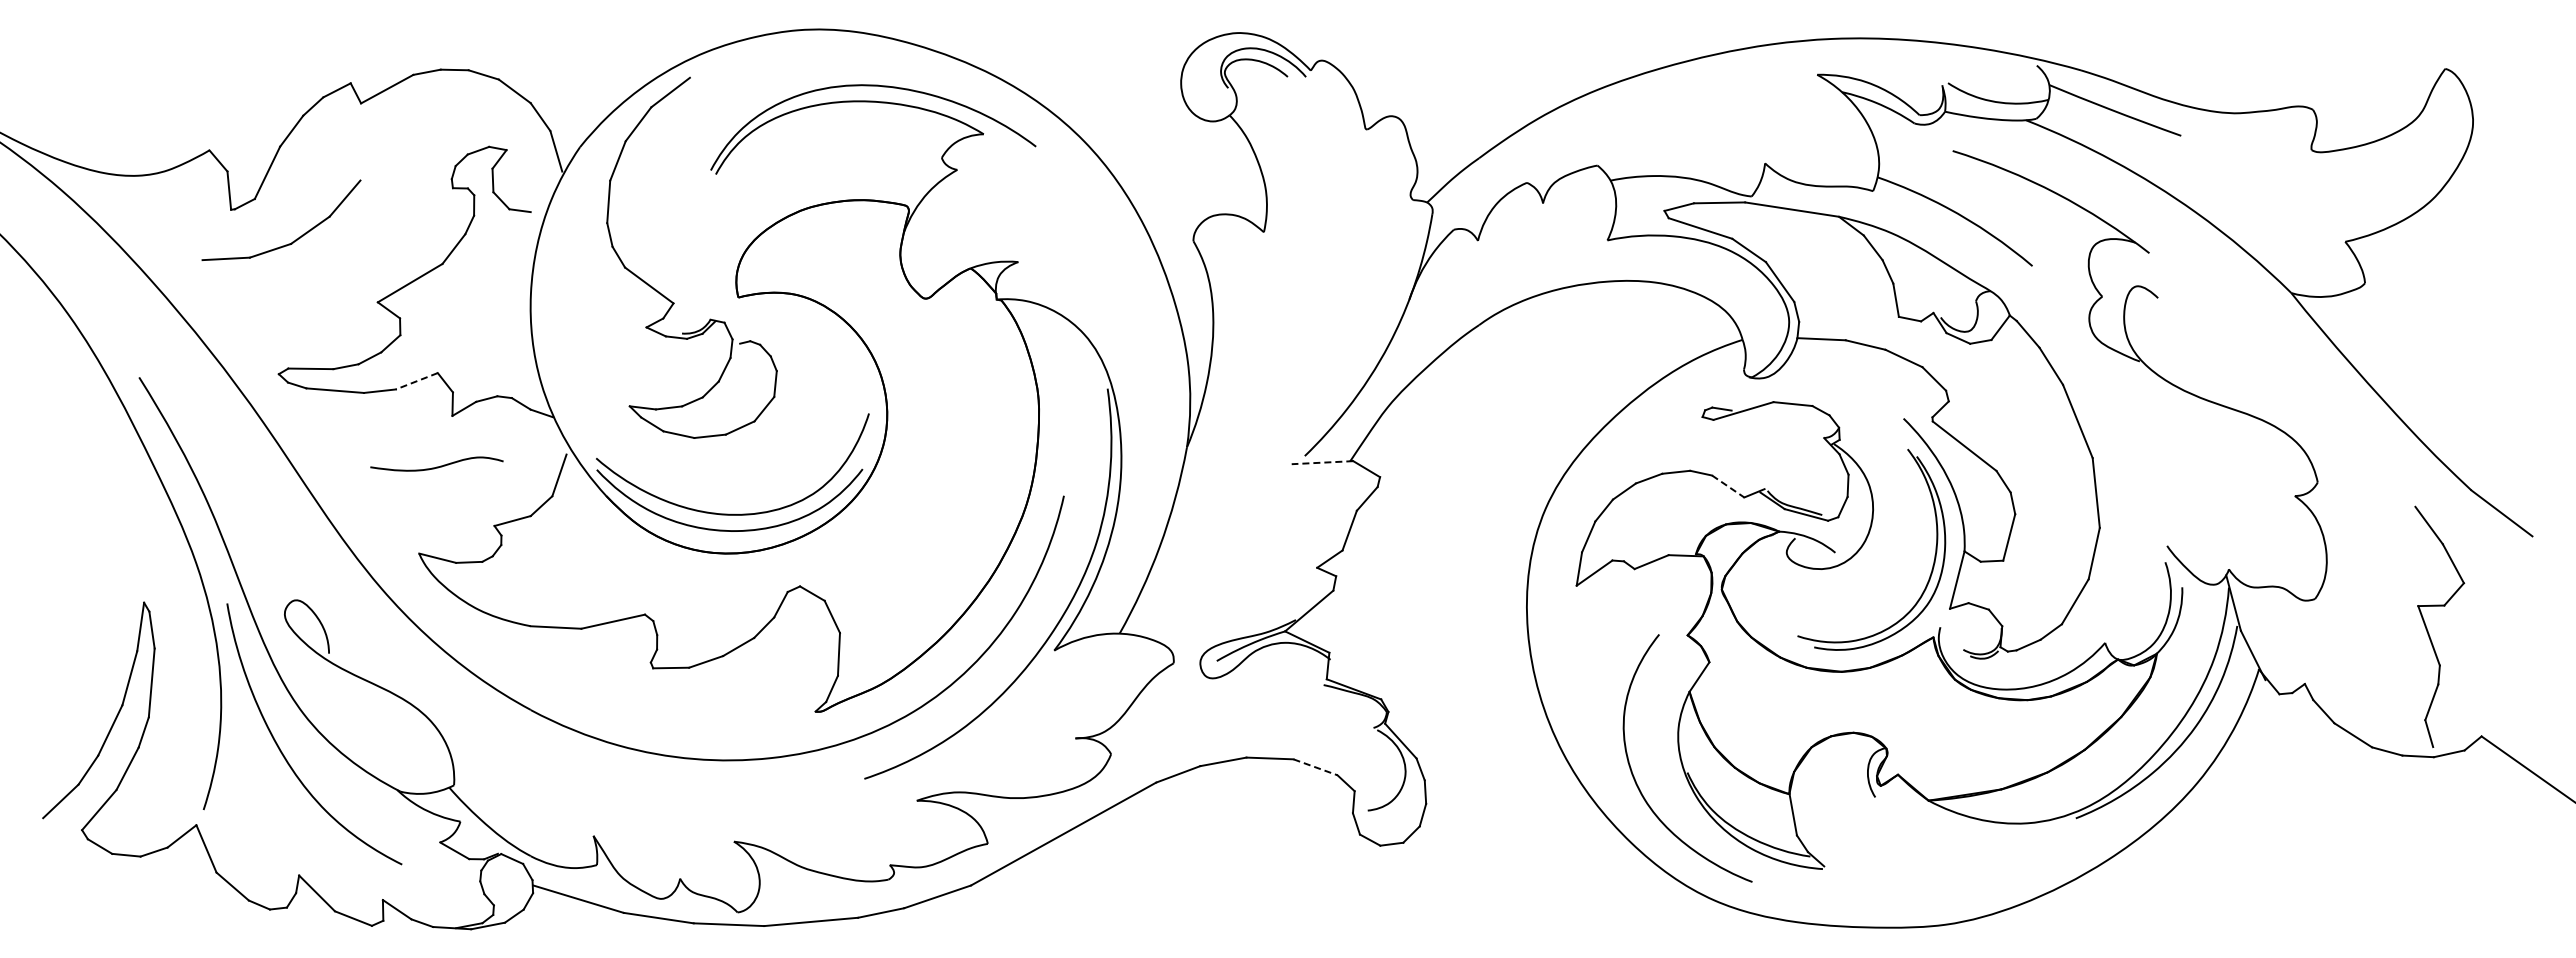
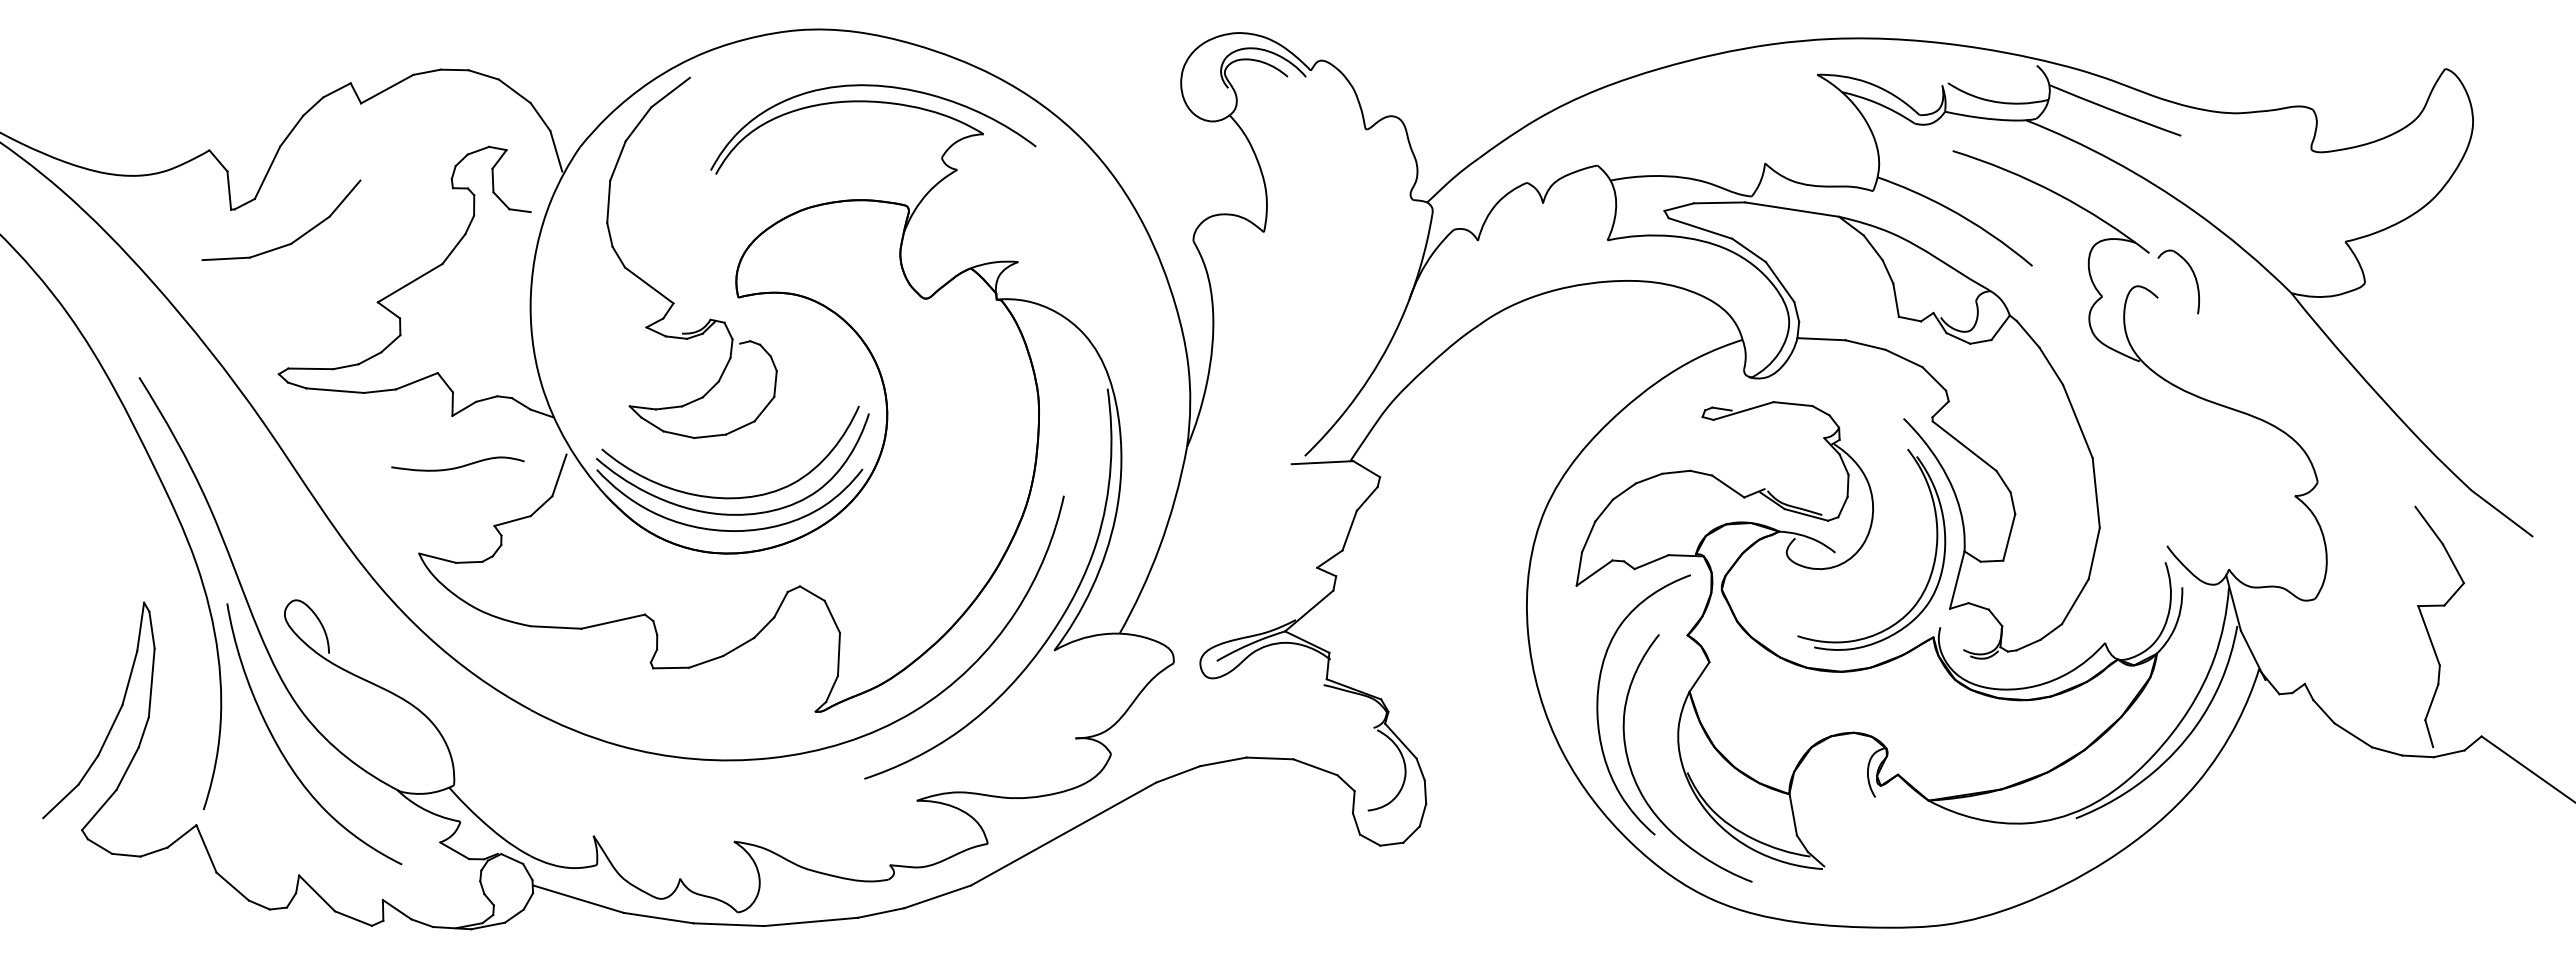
part at (2192, 273): none -> present
line at (416, 381): dashed -> solid
line at (1322, 462): dashed -> solid
curve at (436, 466) position: (436, 466) -> (457, 466)
line at (1728, 486): dashed -> solid
curve at (730, 497): none -> present
curve at (1598, 704): none -> present
line at (1315, 767): dashed -> solid
